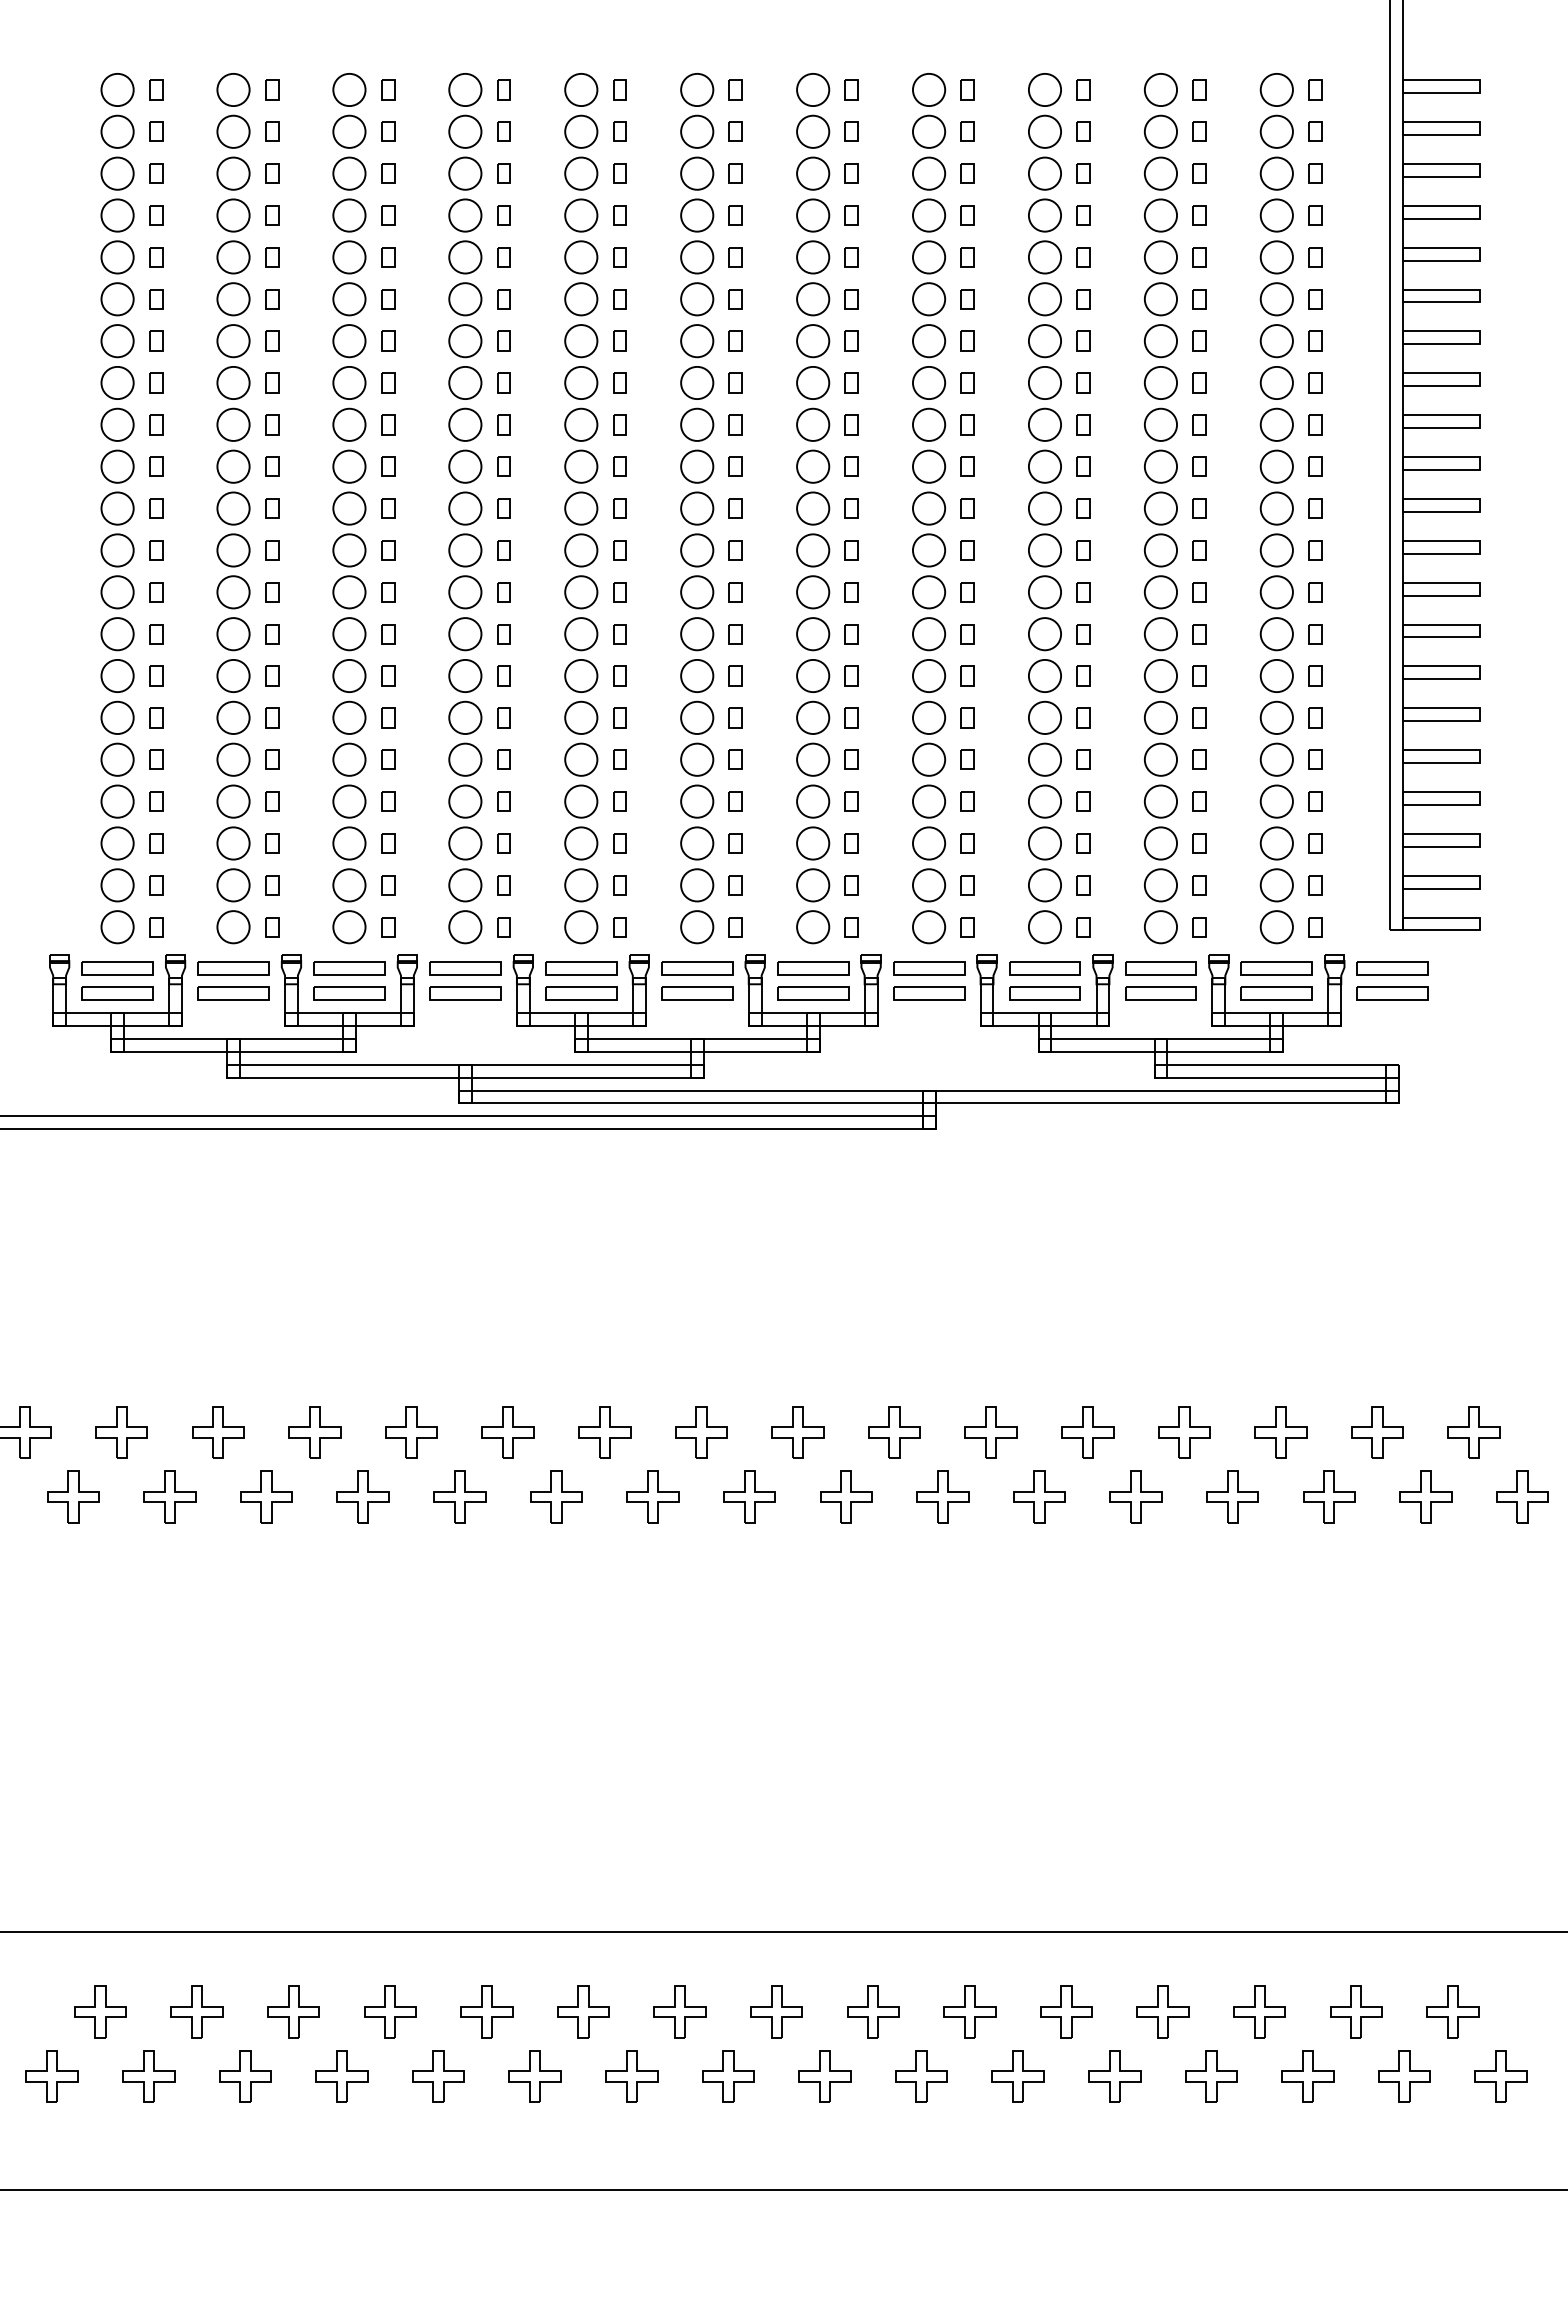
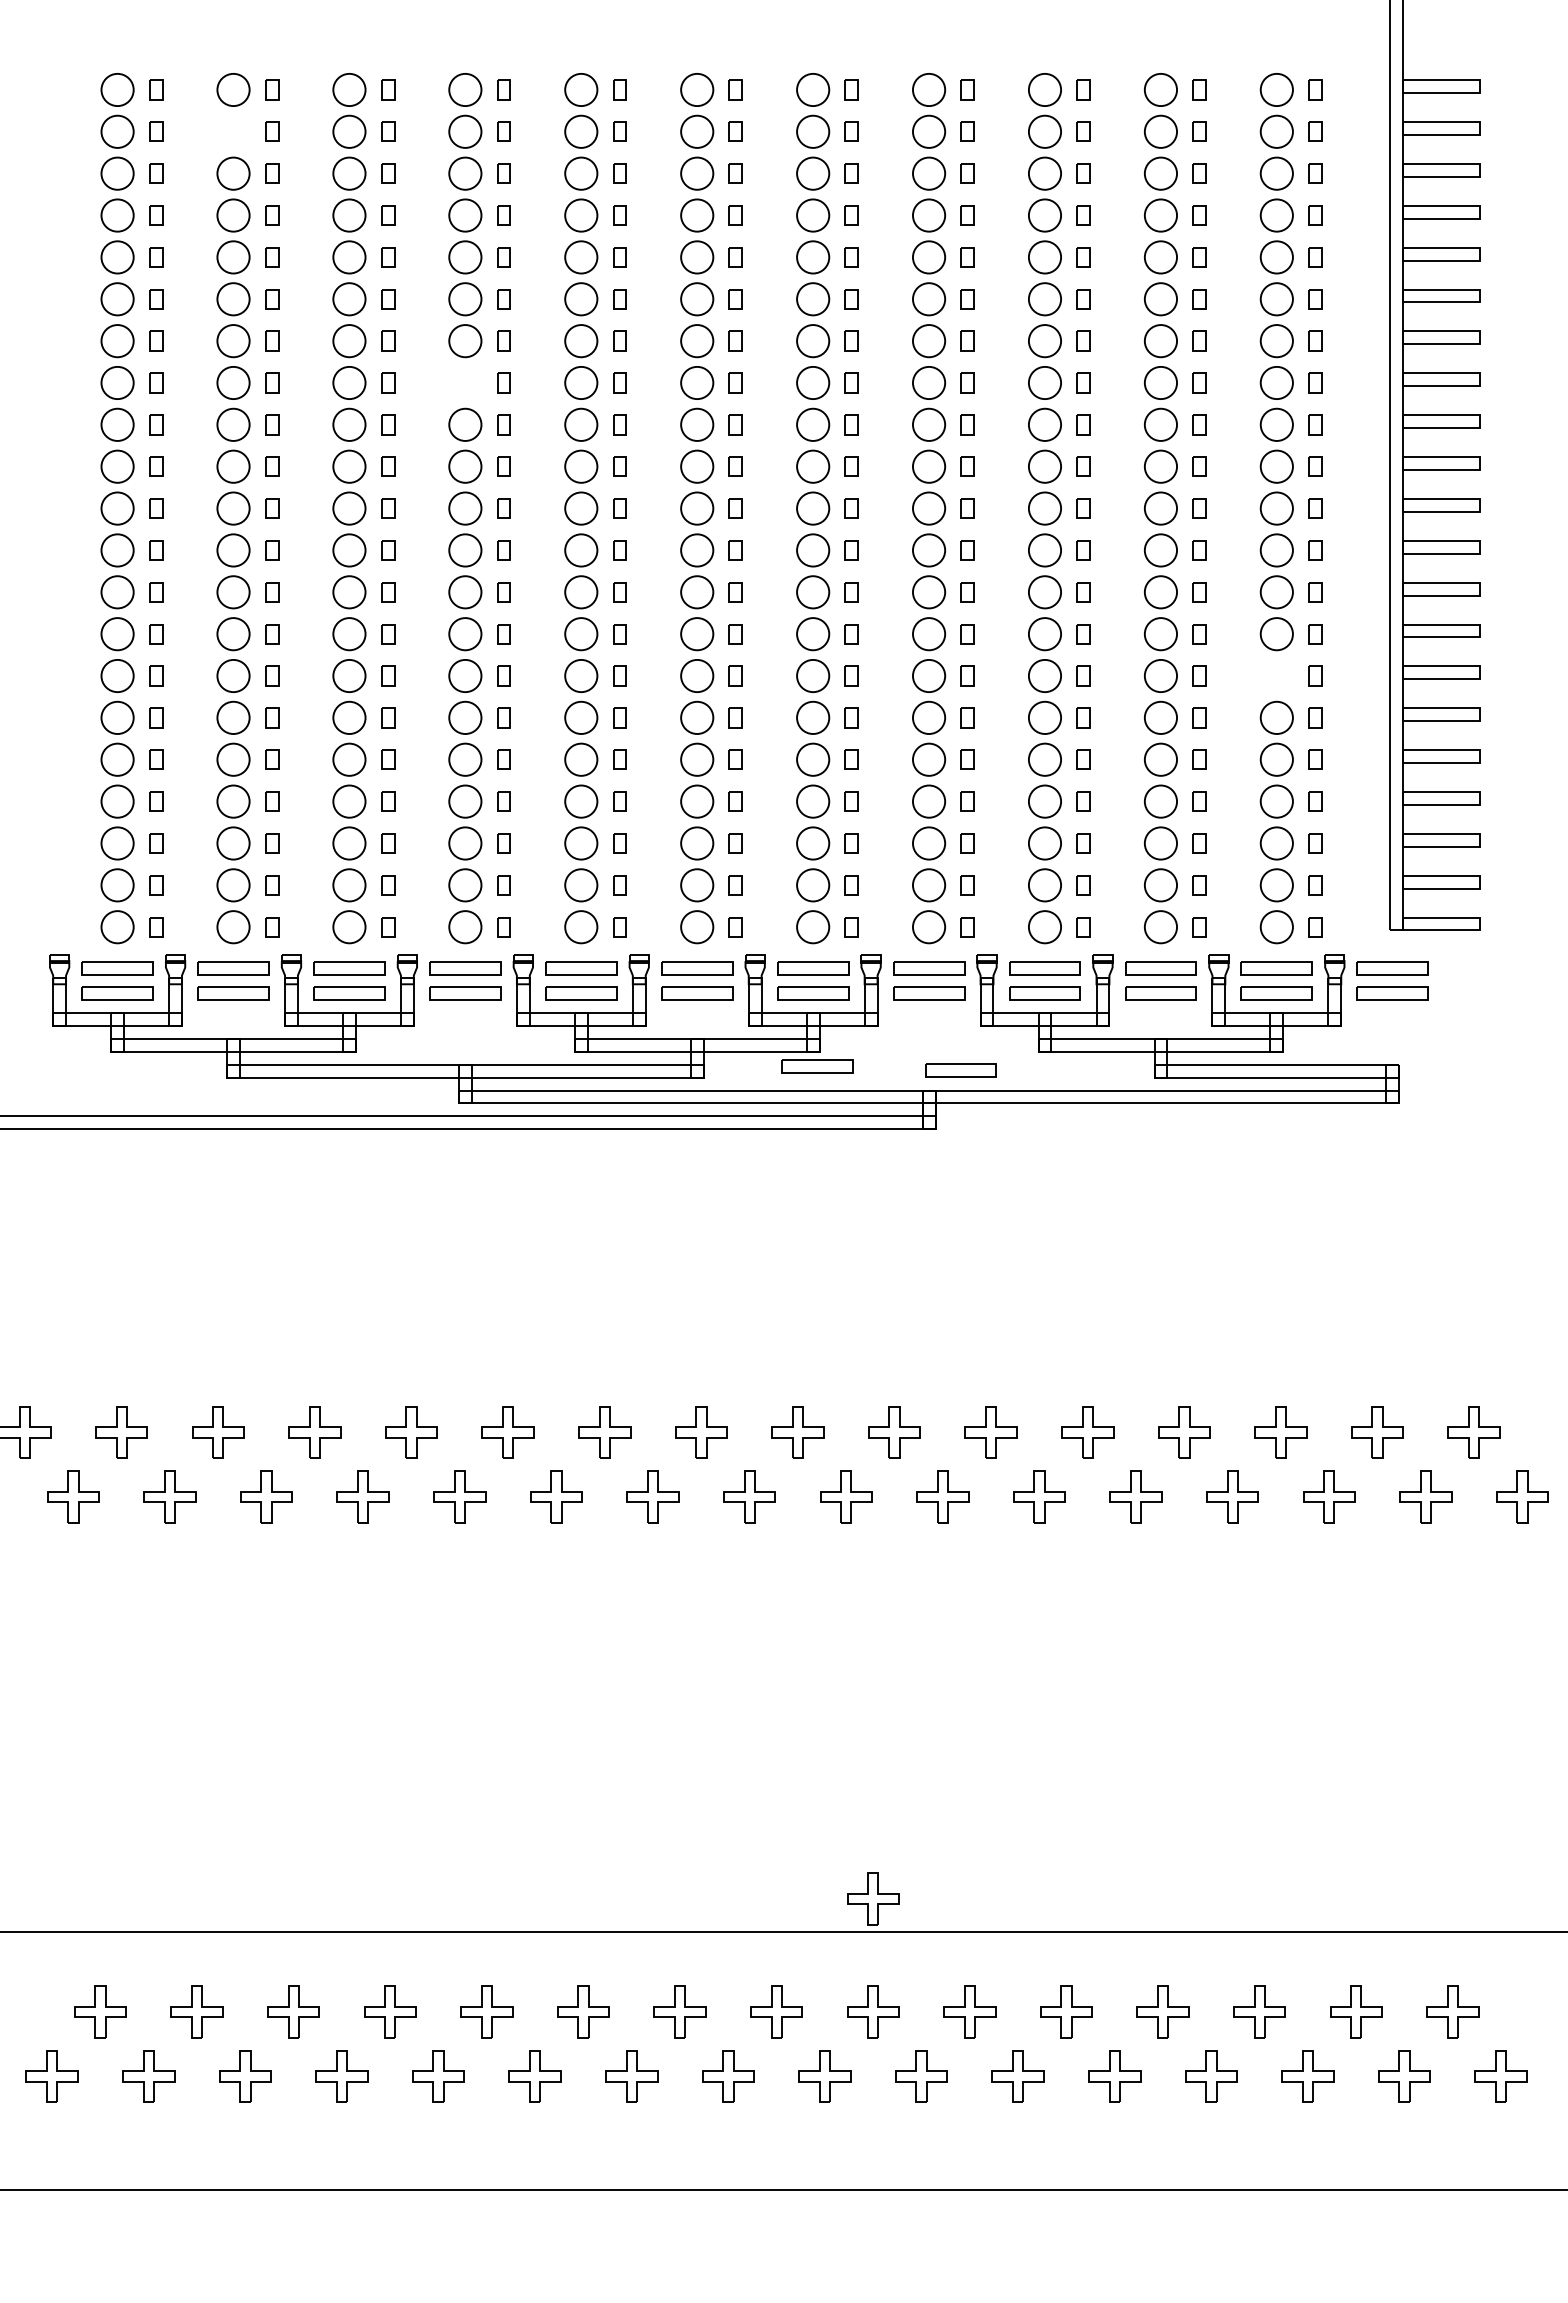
circle at (233, 131): present -> none
circle at (465, 382): present -> none
circle at (1276, 675): present -> none
part at (817, 1066): none -> present
part at (960, 1070): none -> present
part at (873, 1898): none -> present
